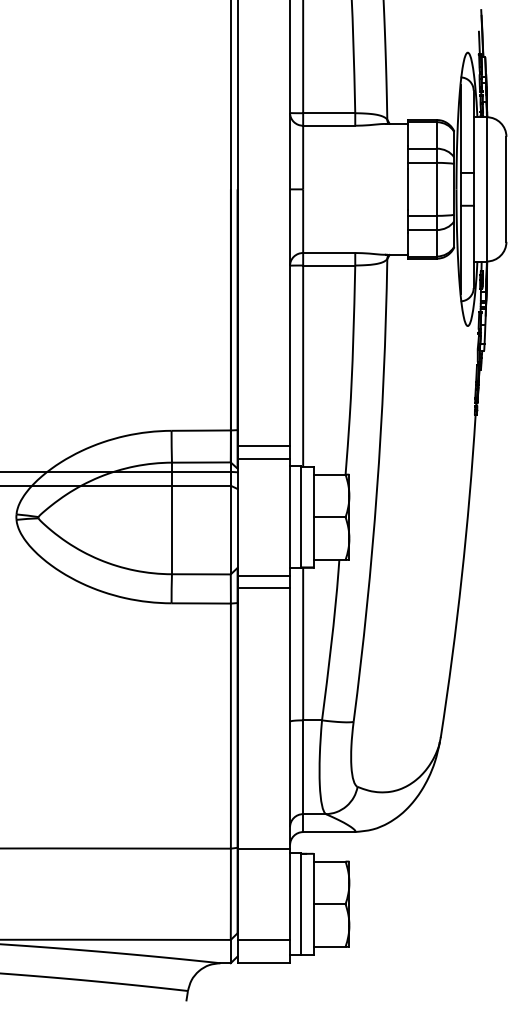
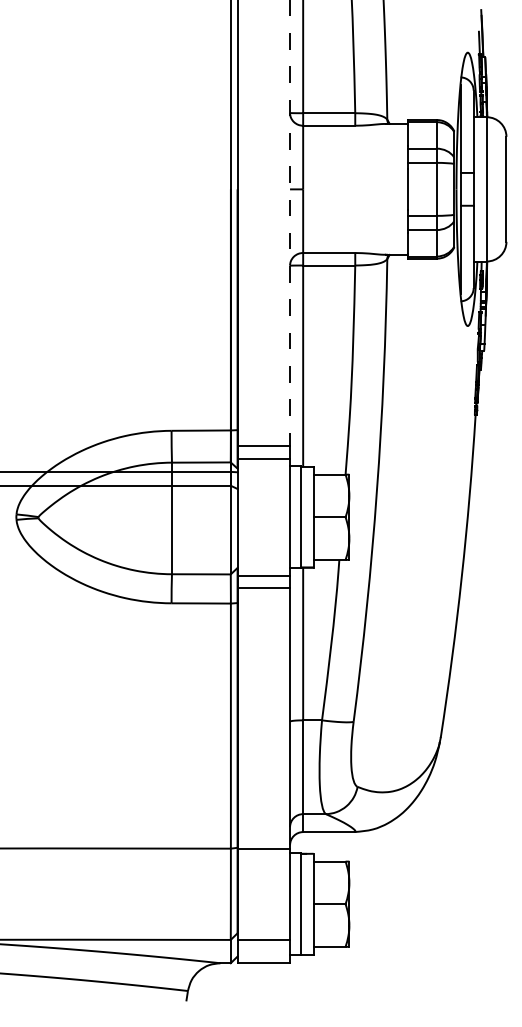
line at (290, 223): solid -> dashed
